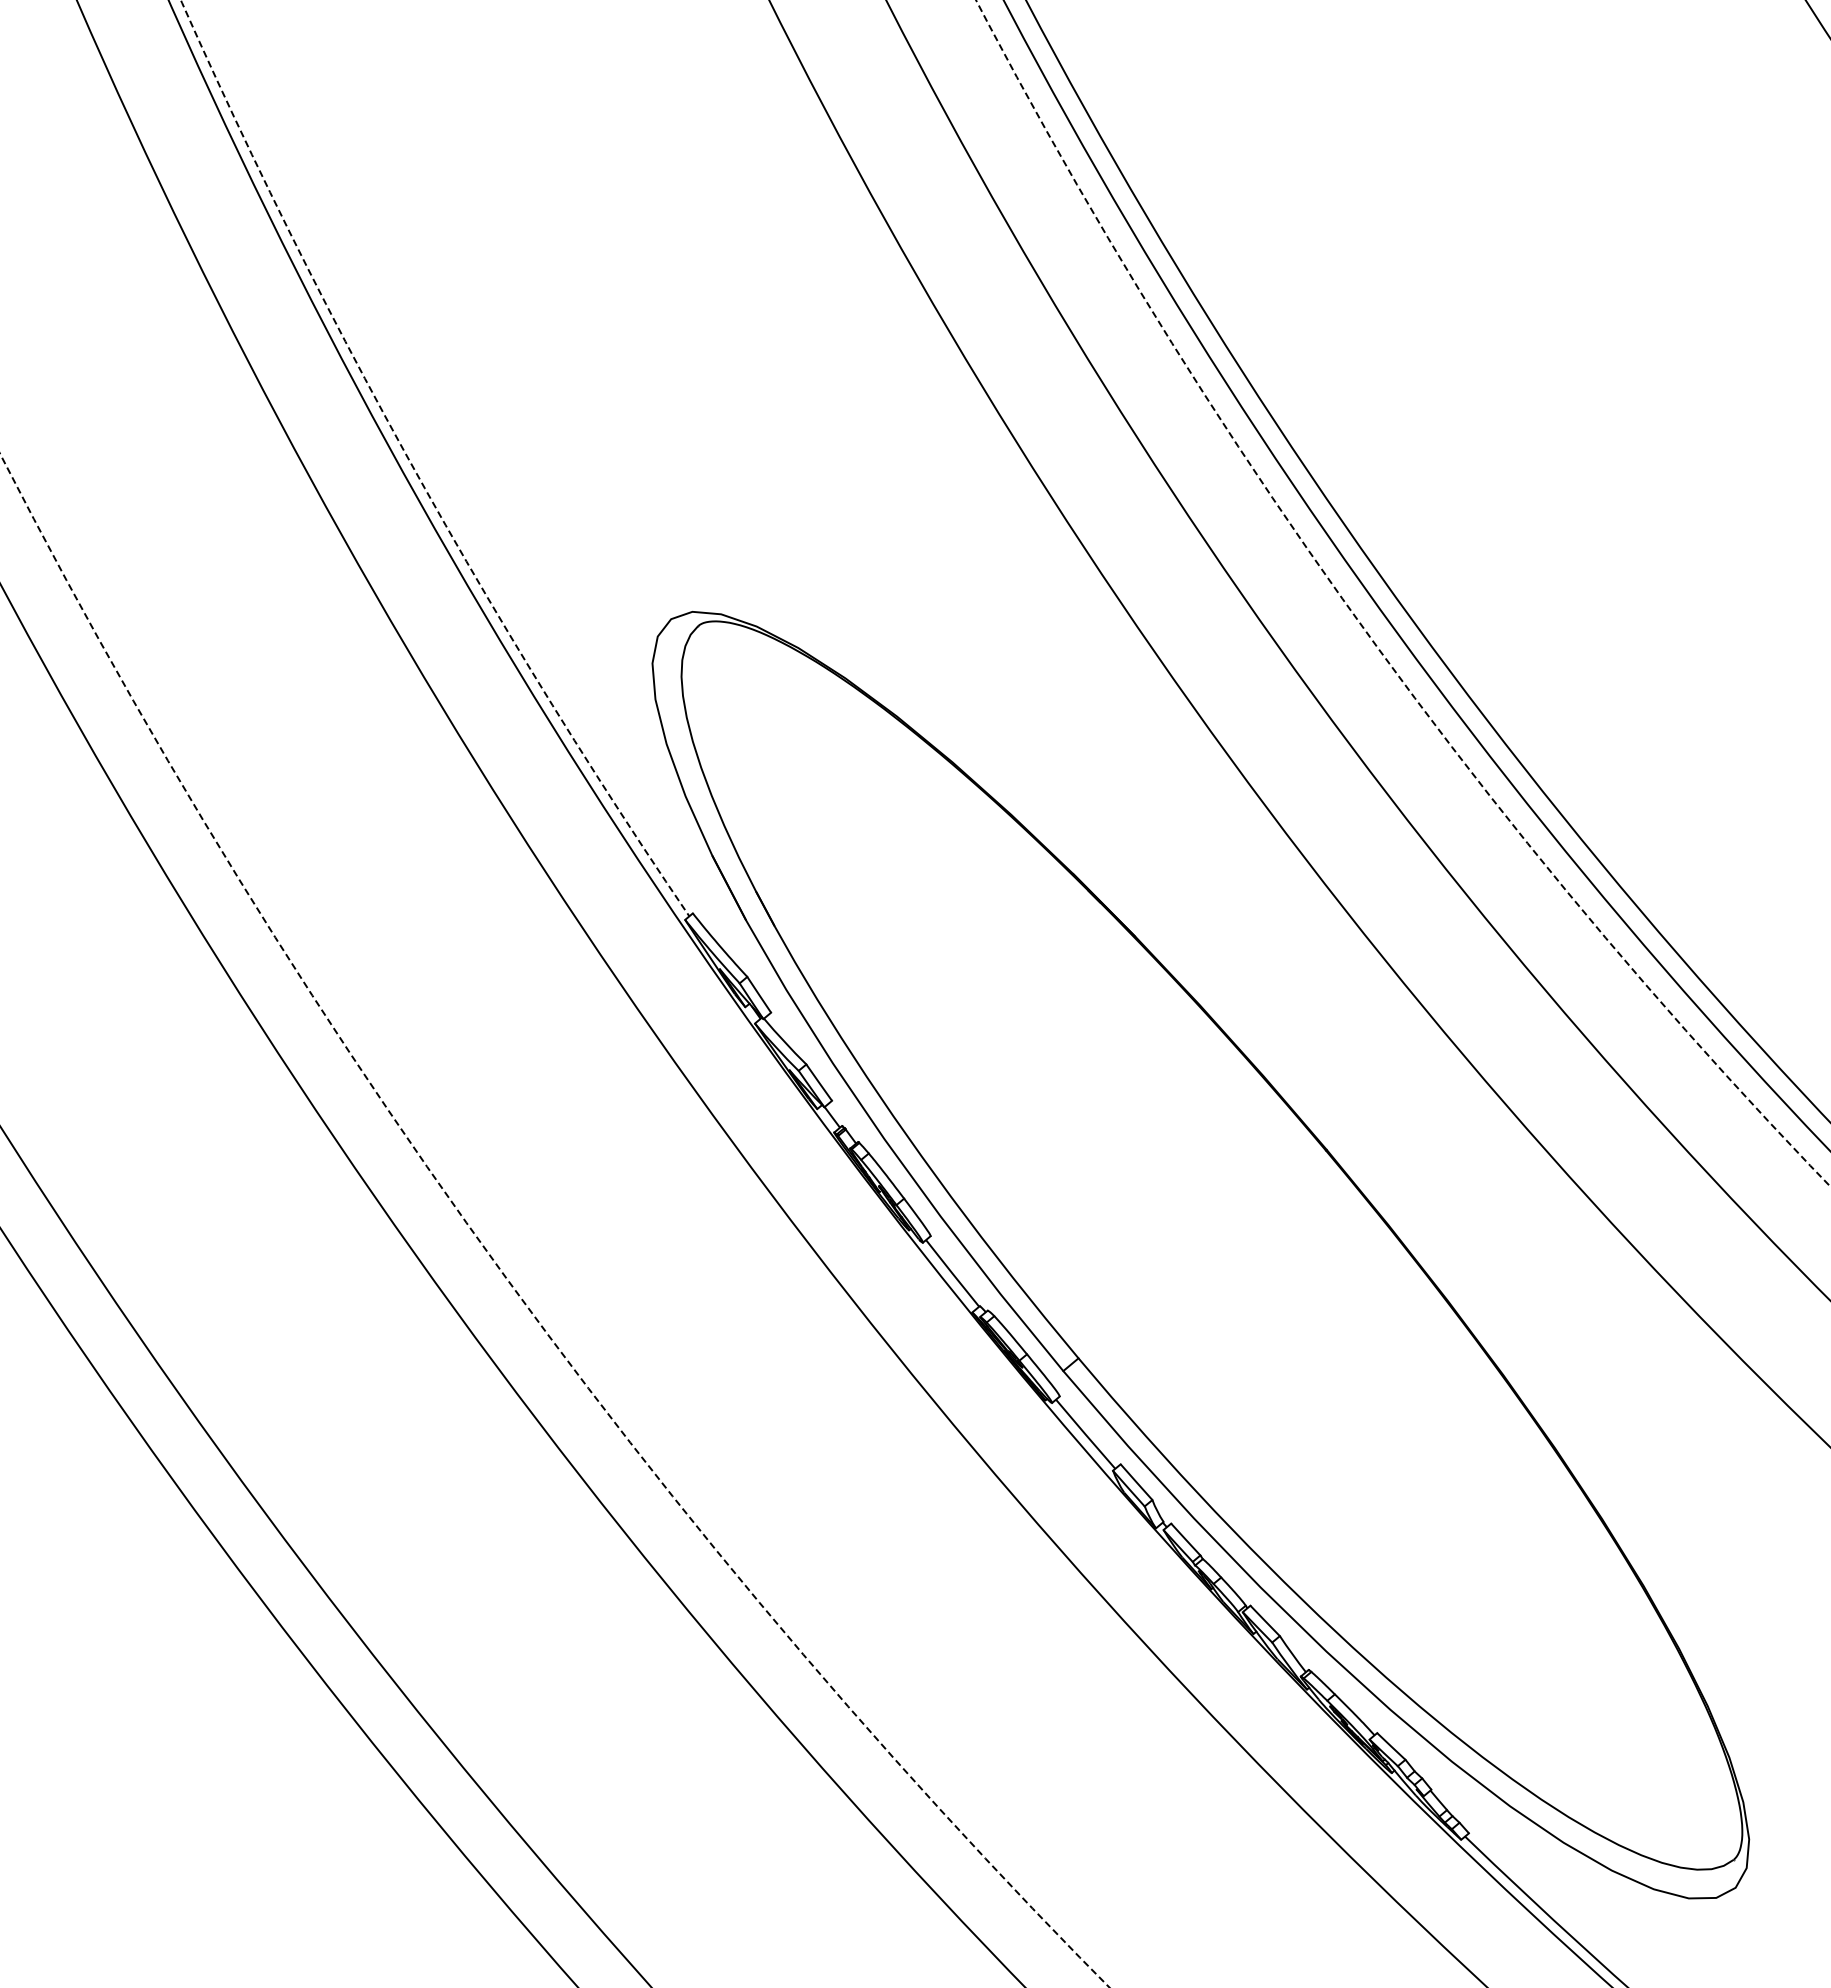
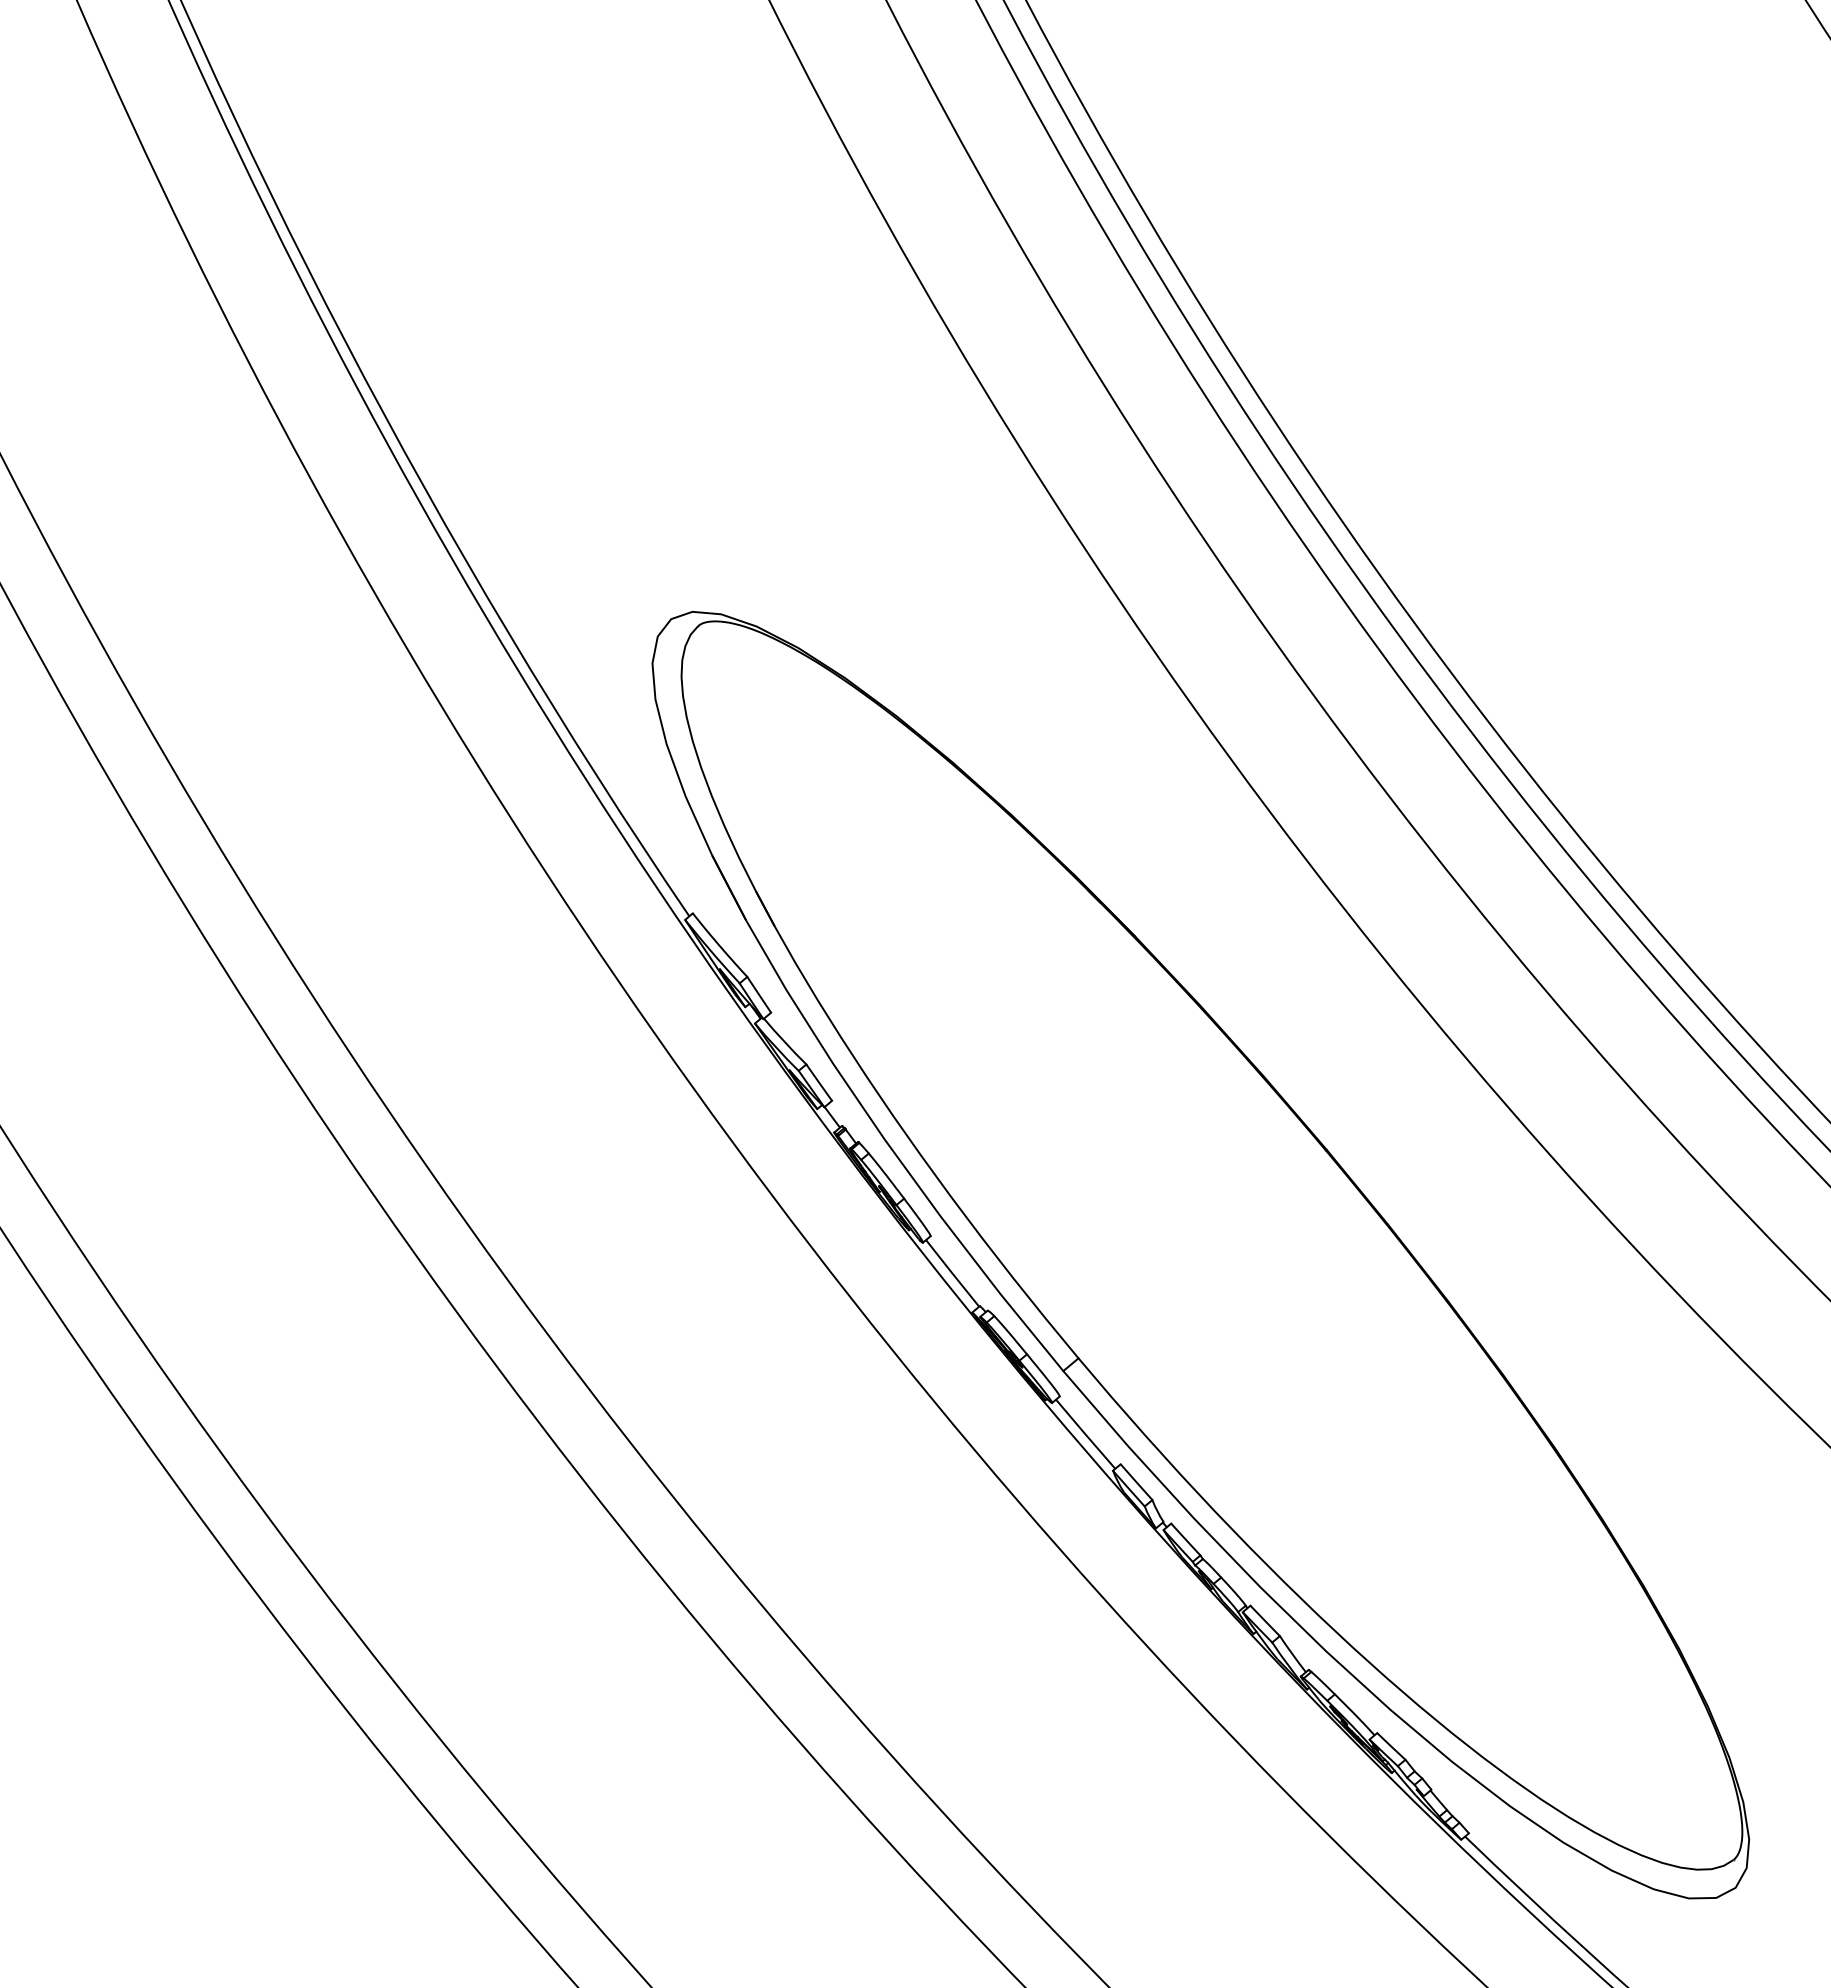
arc at (414, 469): dashed -> solid
circle at (1403, 593): dashed -> solid
arc at (496, 1264): dashed -> solid
